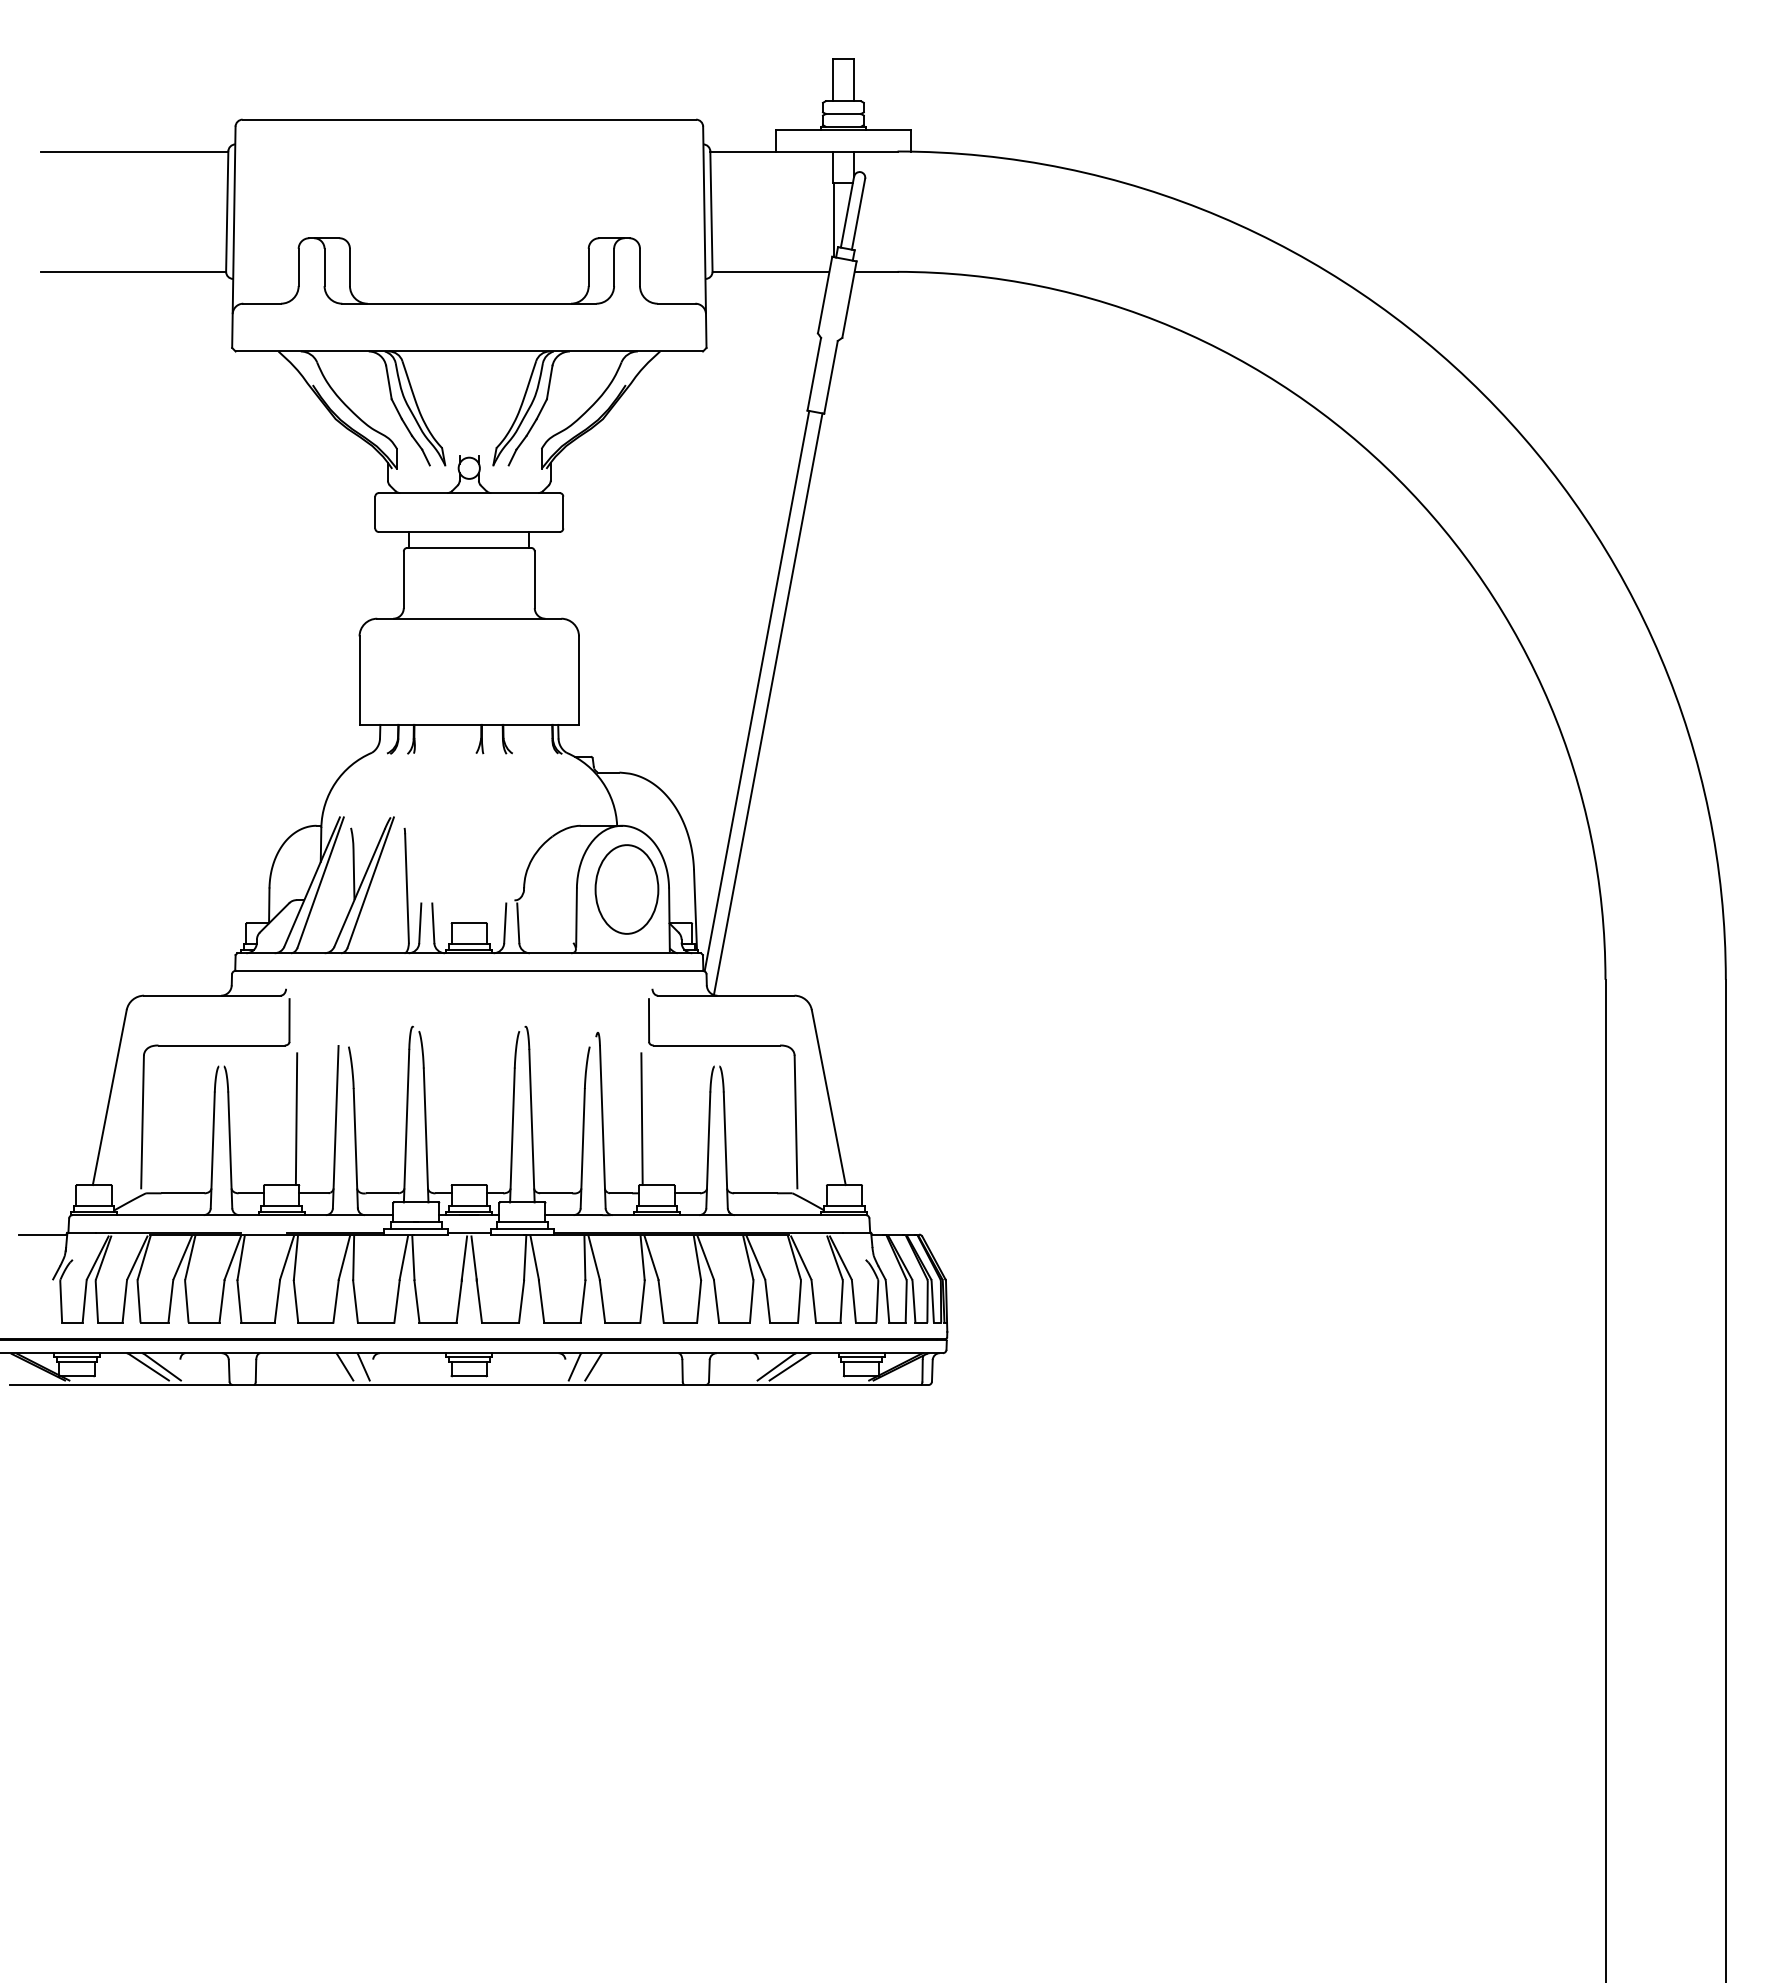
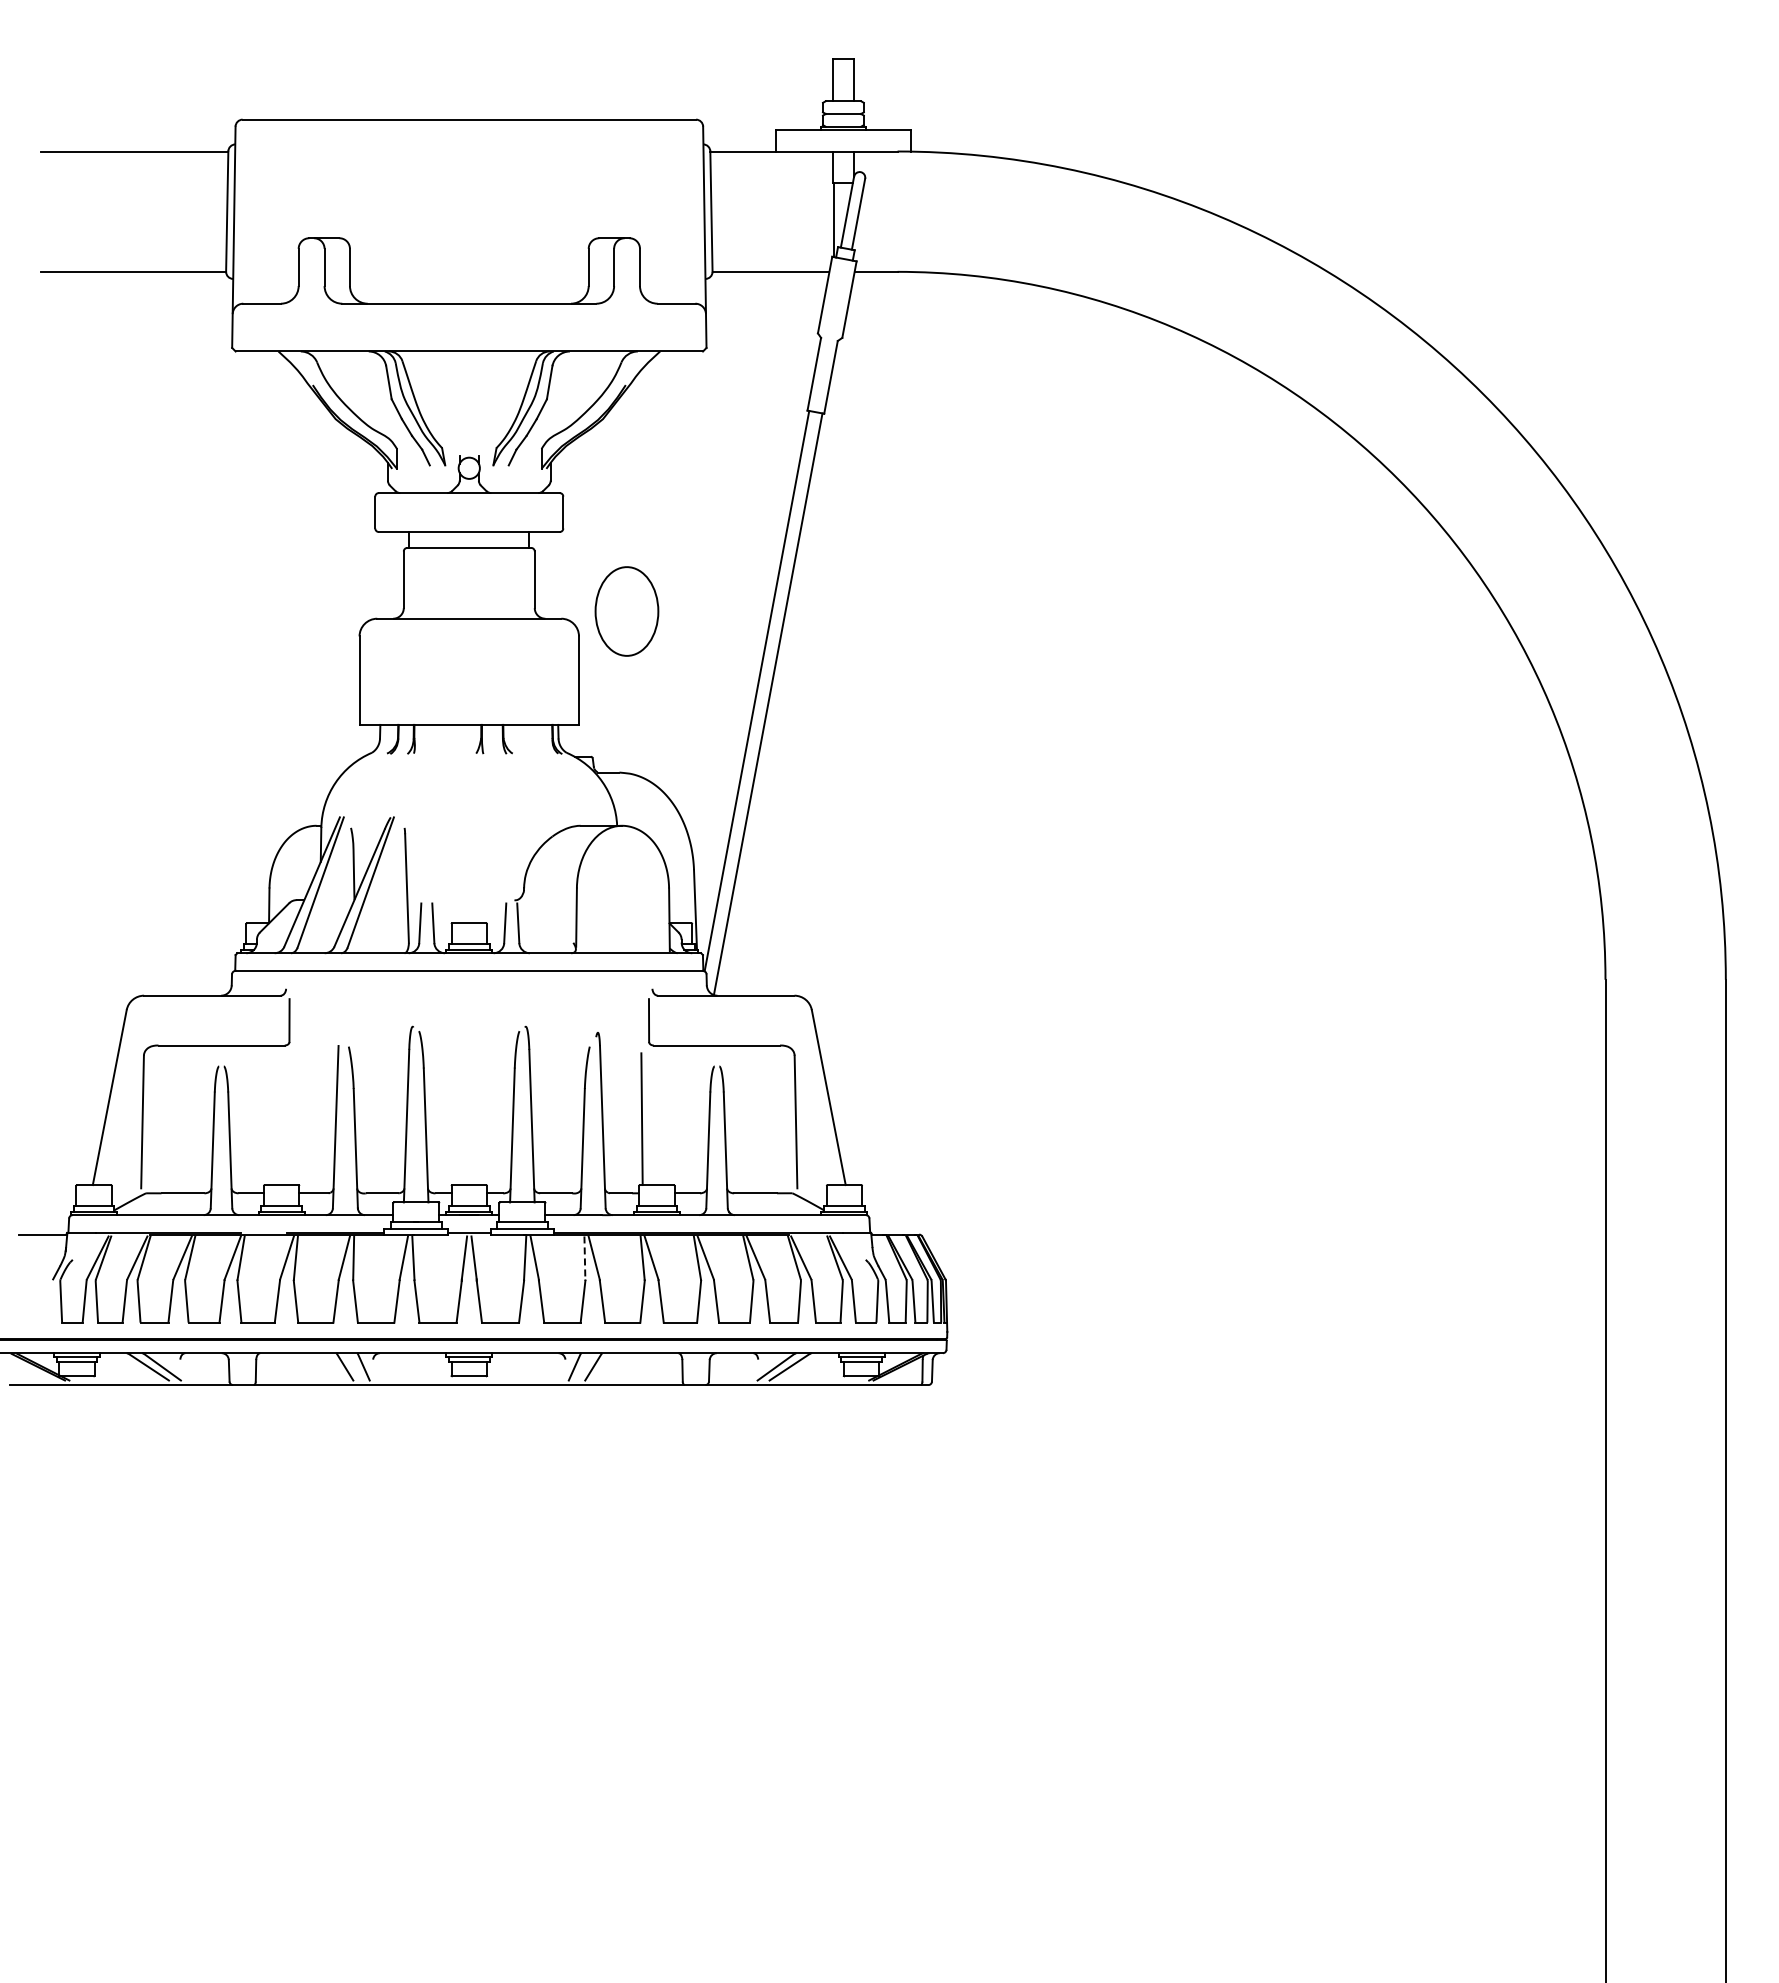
part at (626, 889) position: (626, 889) -> (626, 611)
line at (296, 1119): present -> none
line at (584, 1258): solid -> dashed
